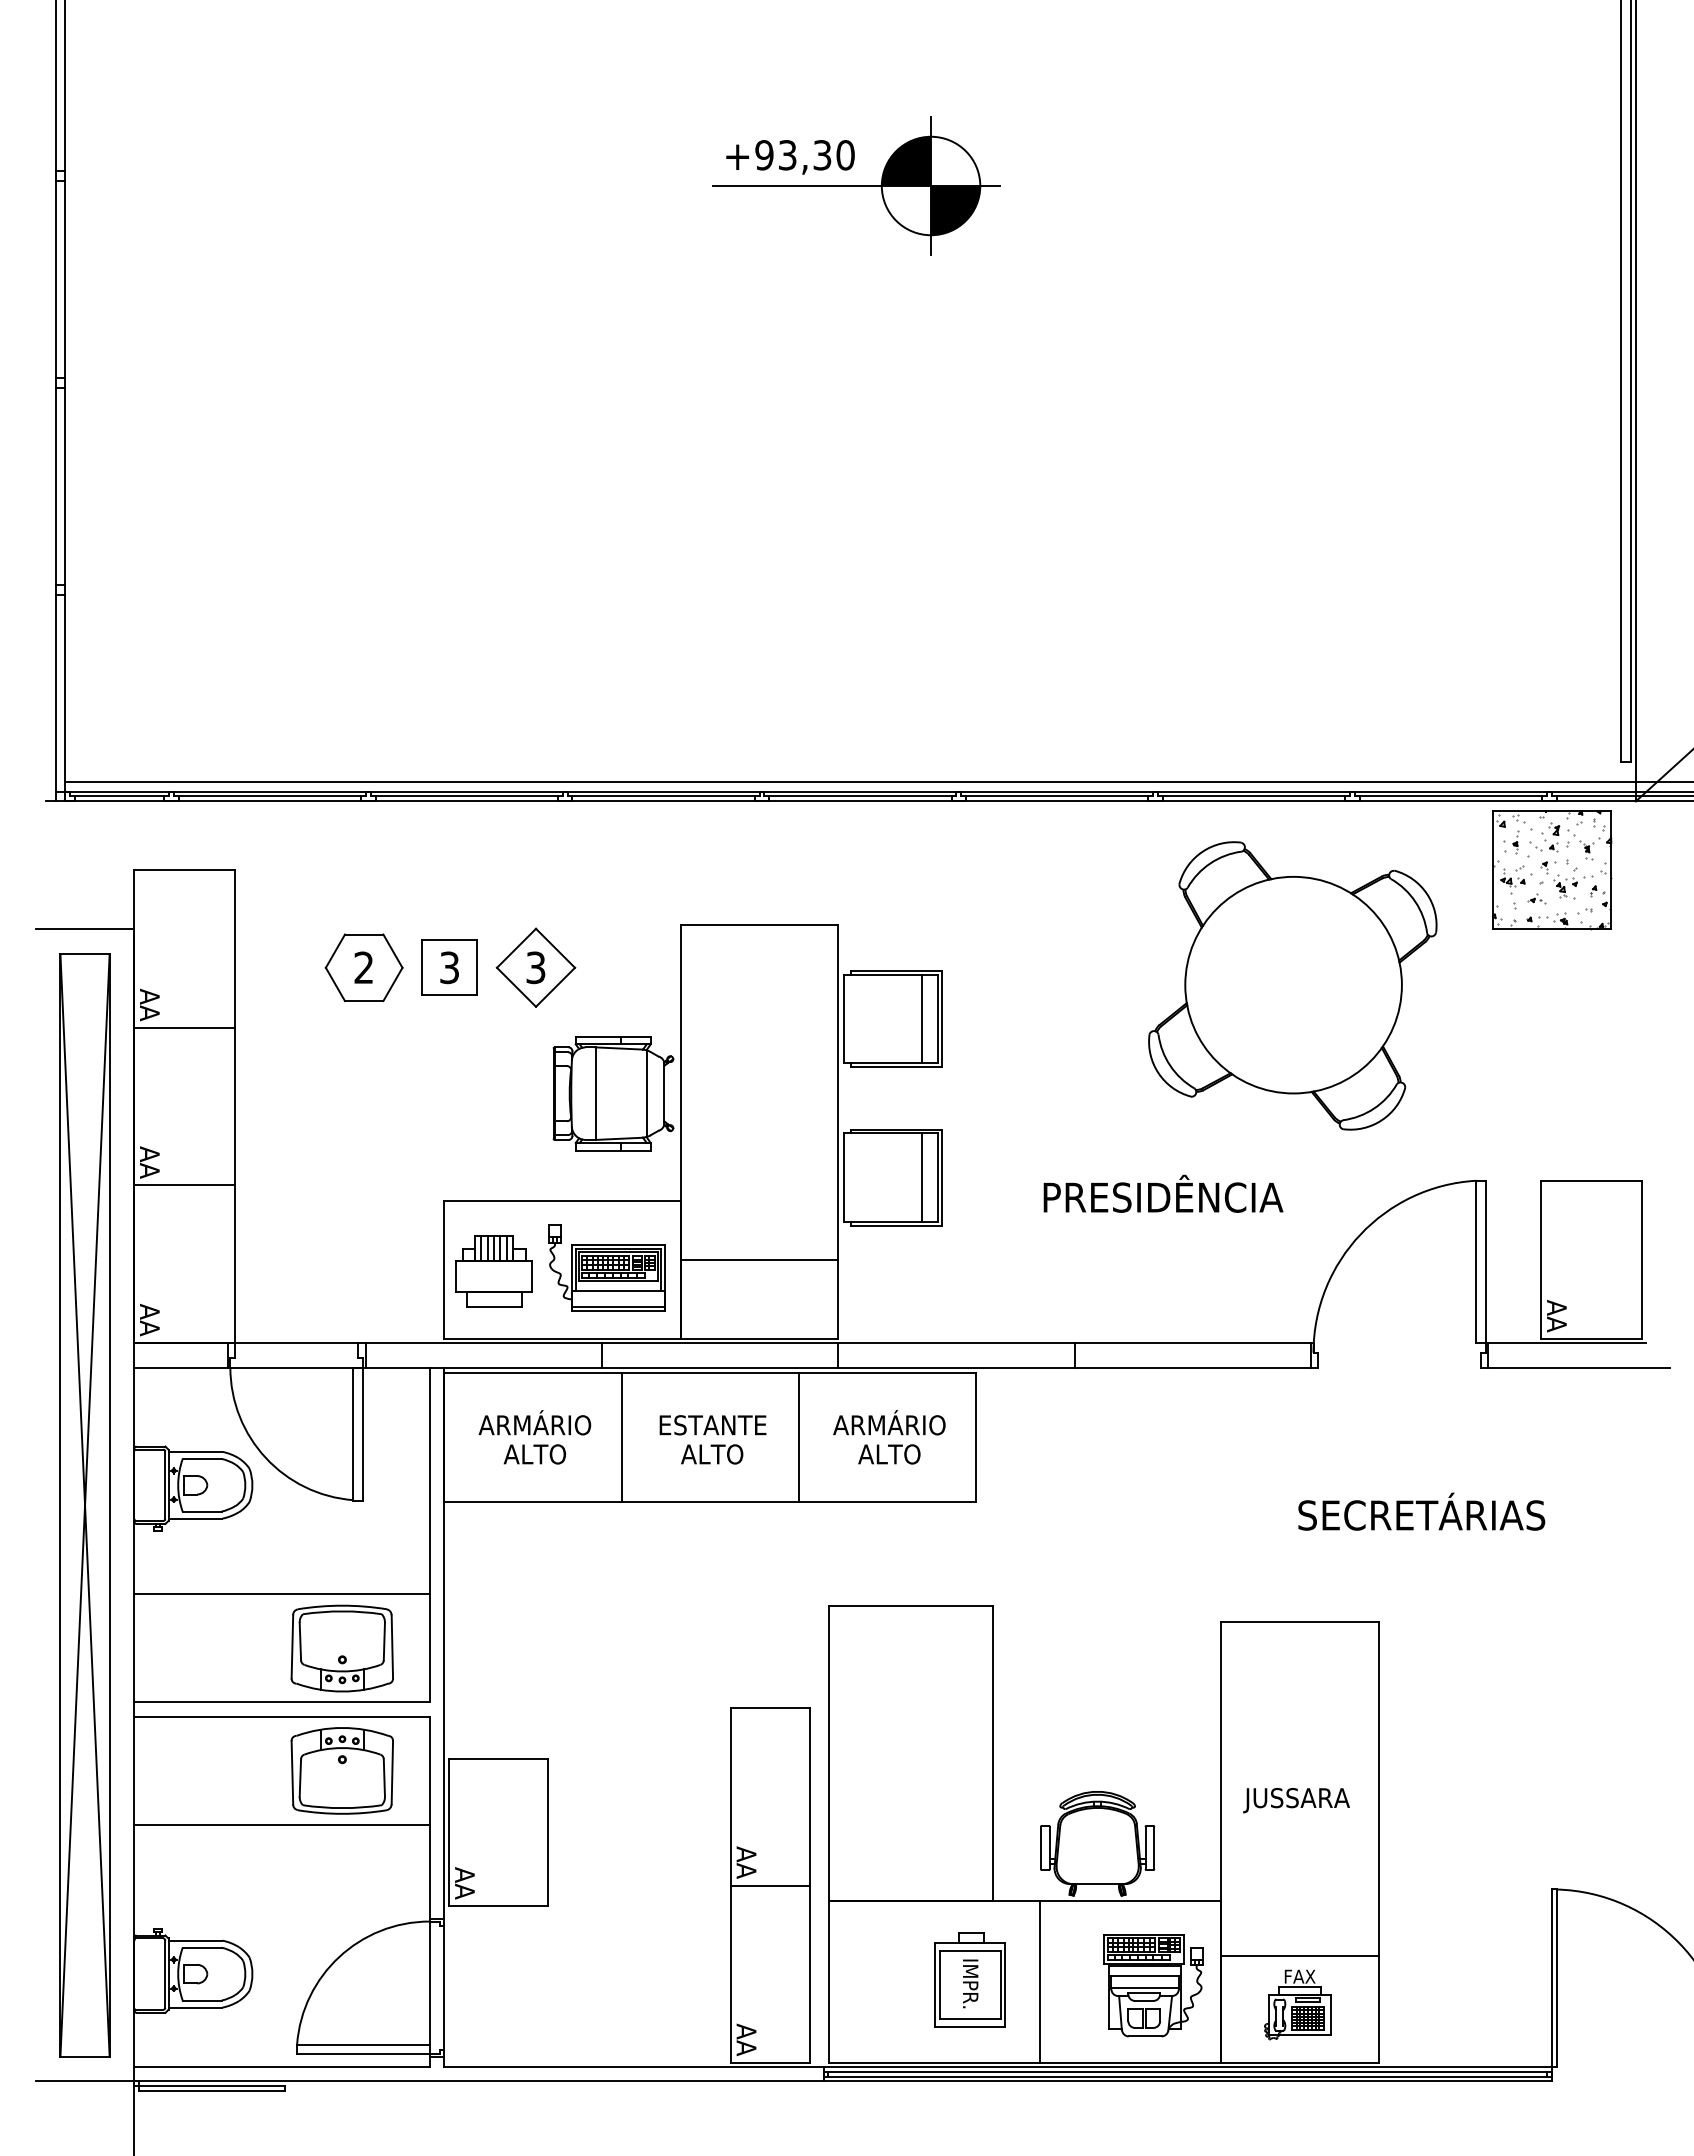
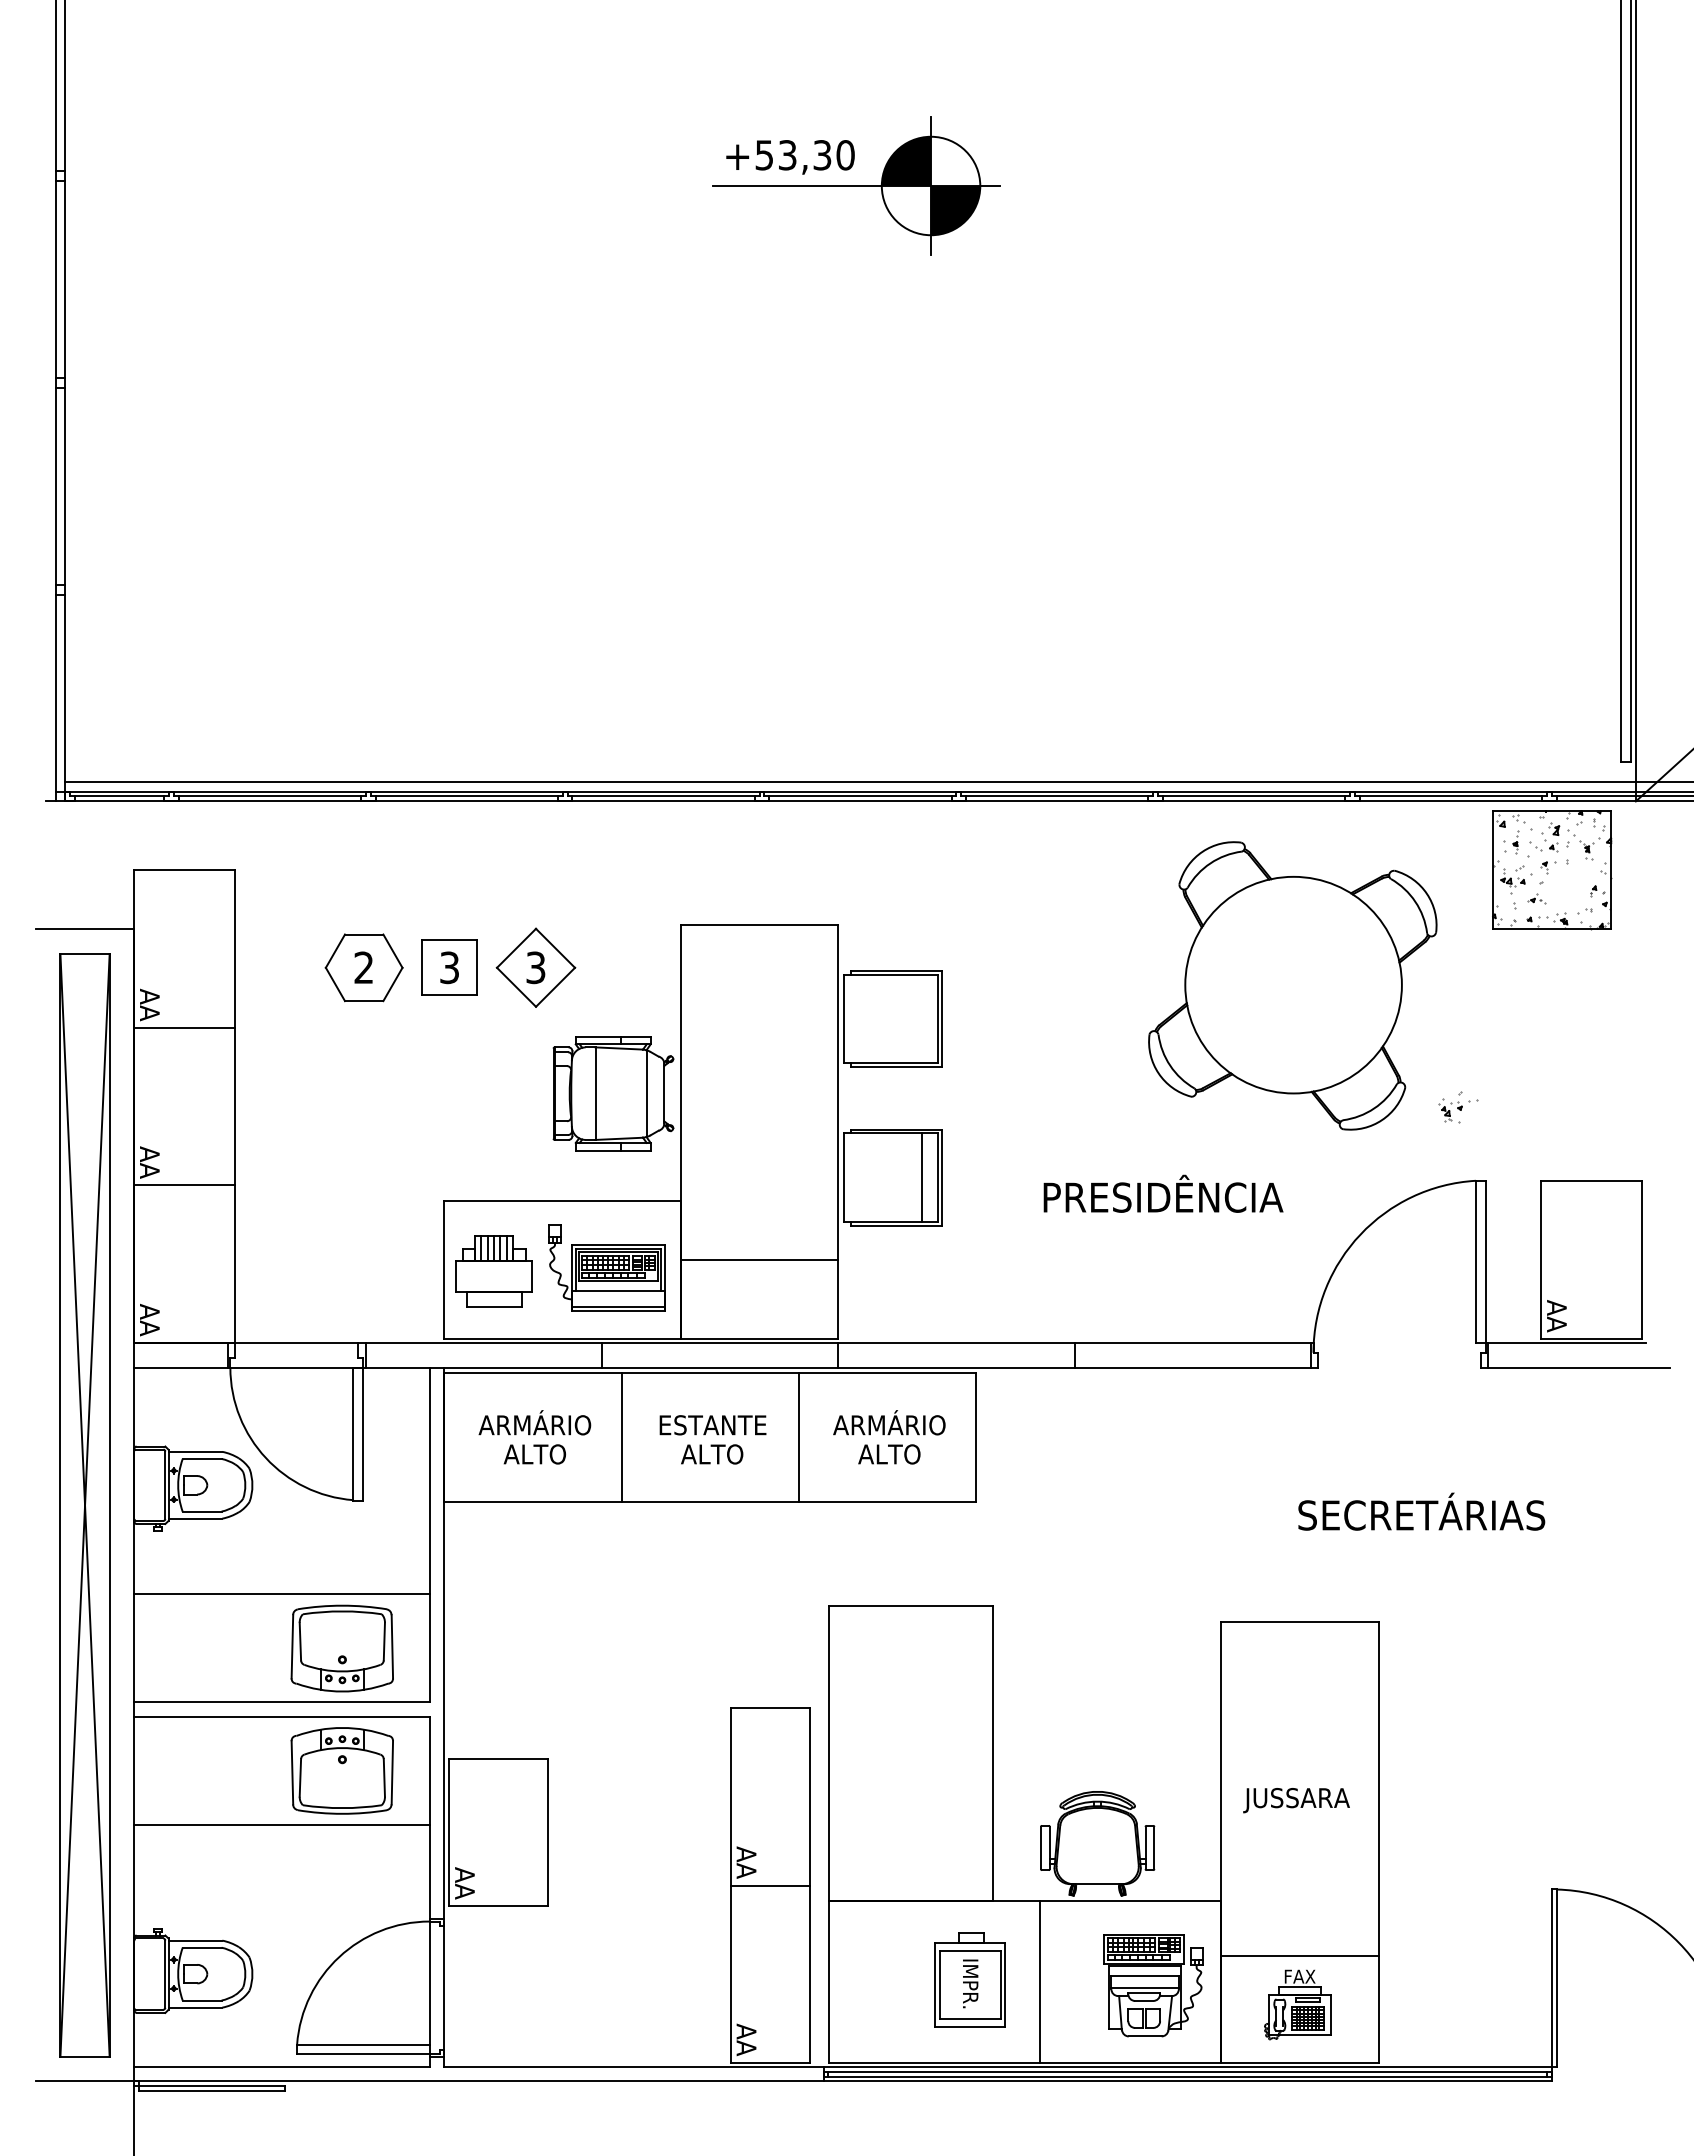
text at (764, 155): +93,30 -> +53,30
part at (1573, 883) position: (1573, 883) -> (1458, 1107)
line at (921, 1018): present -> none
